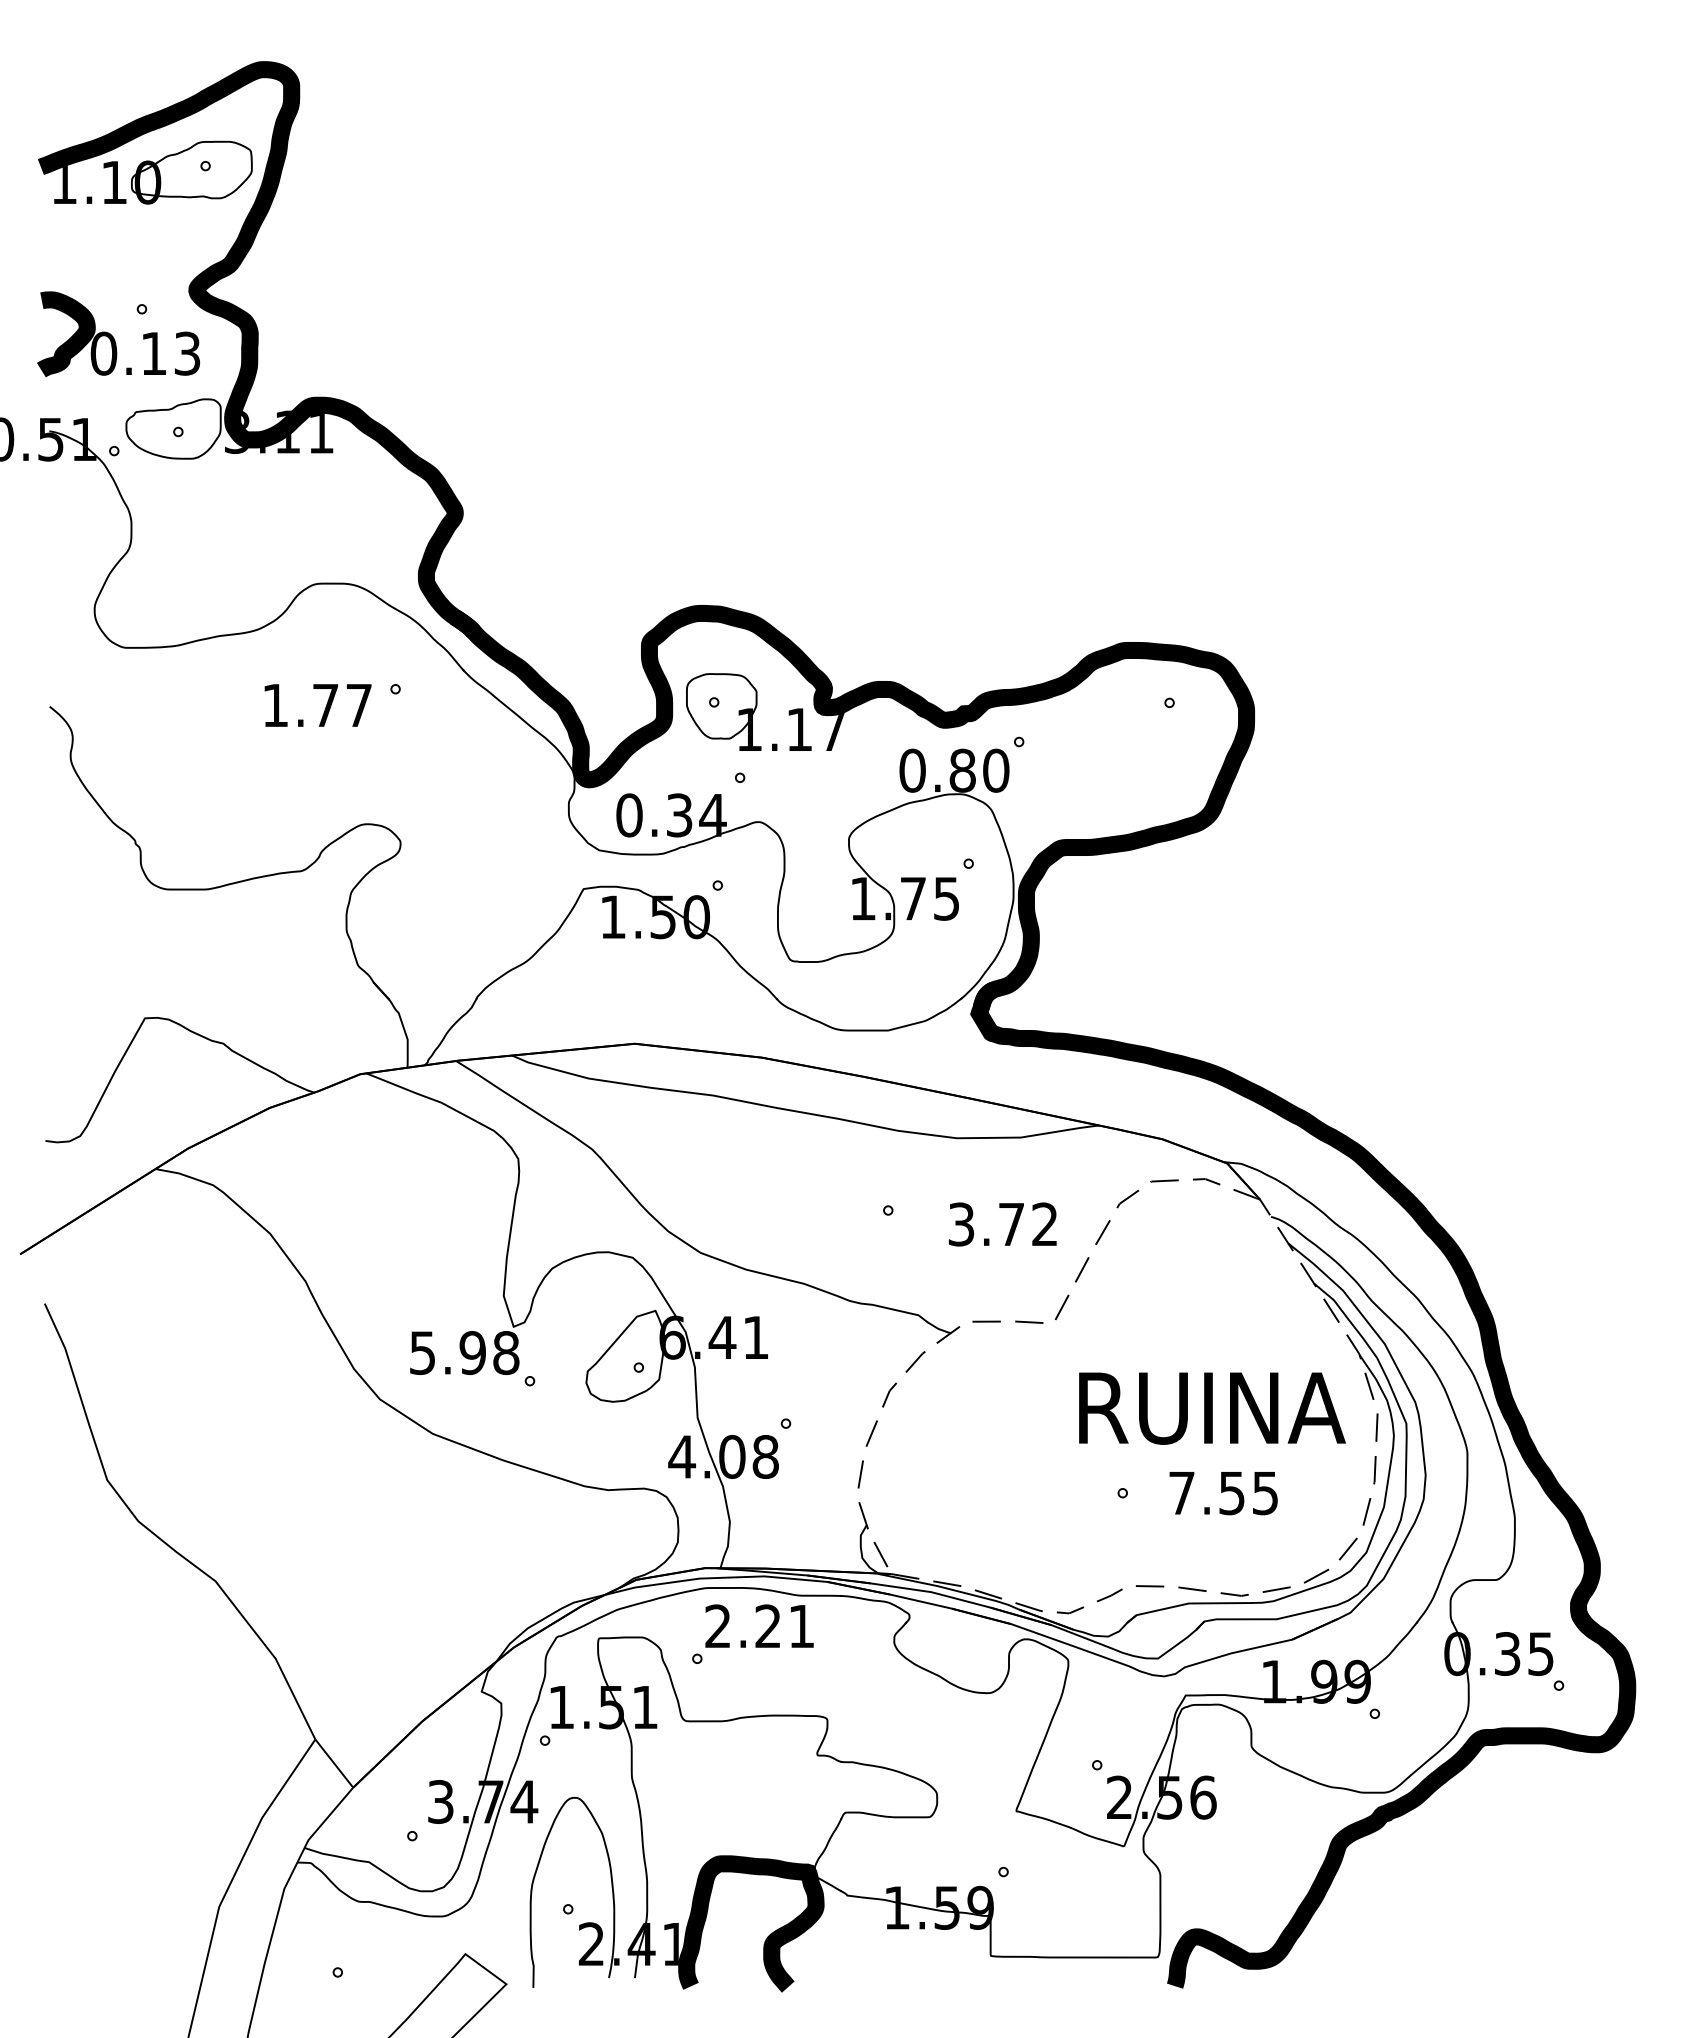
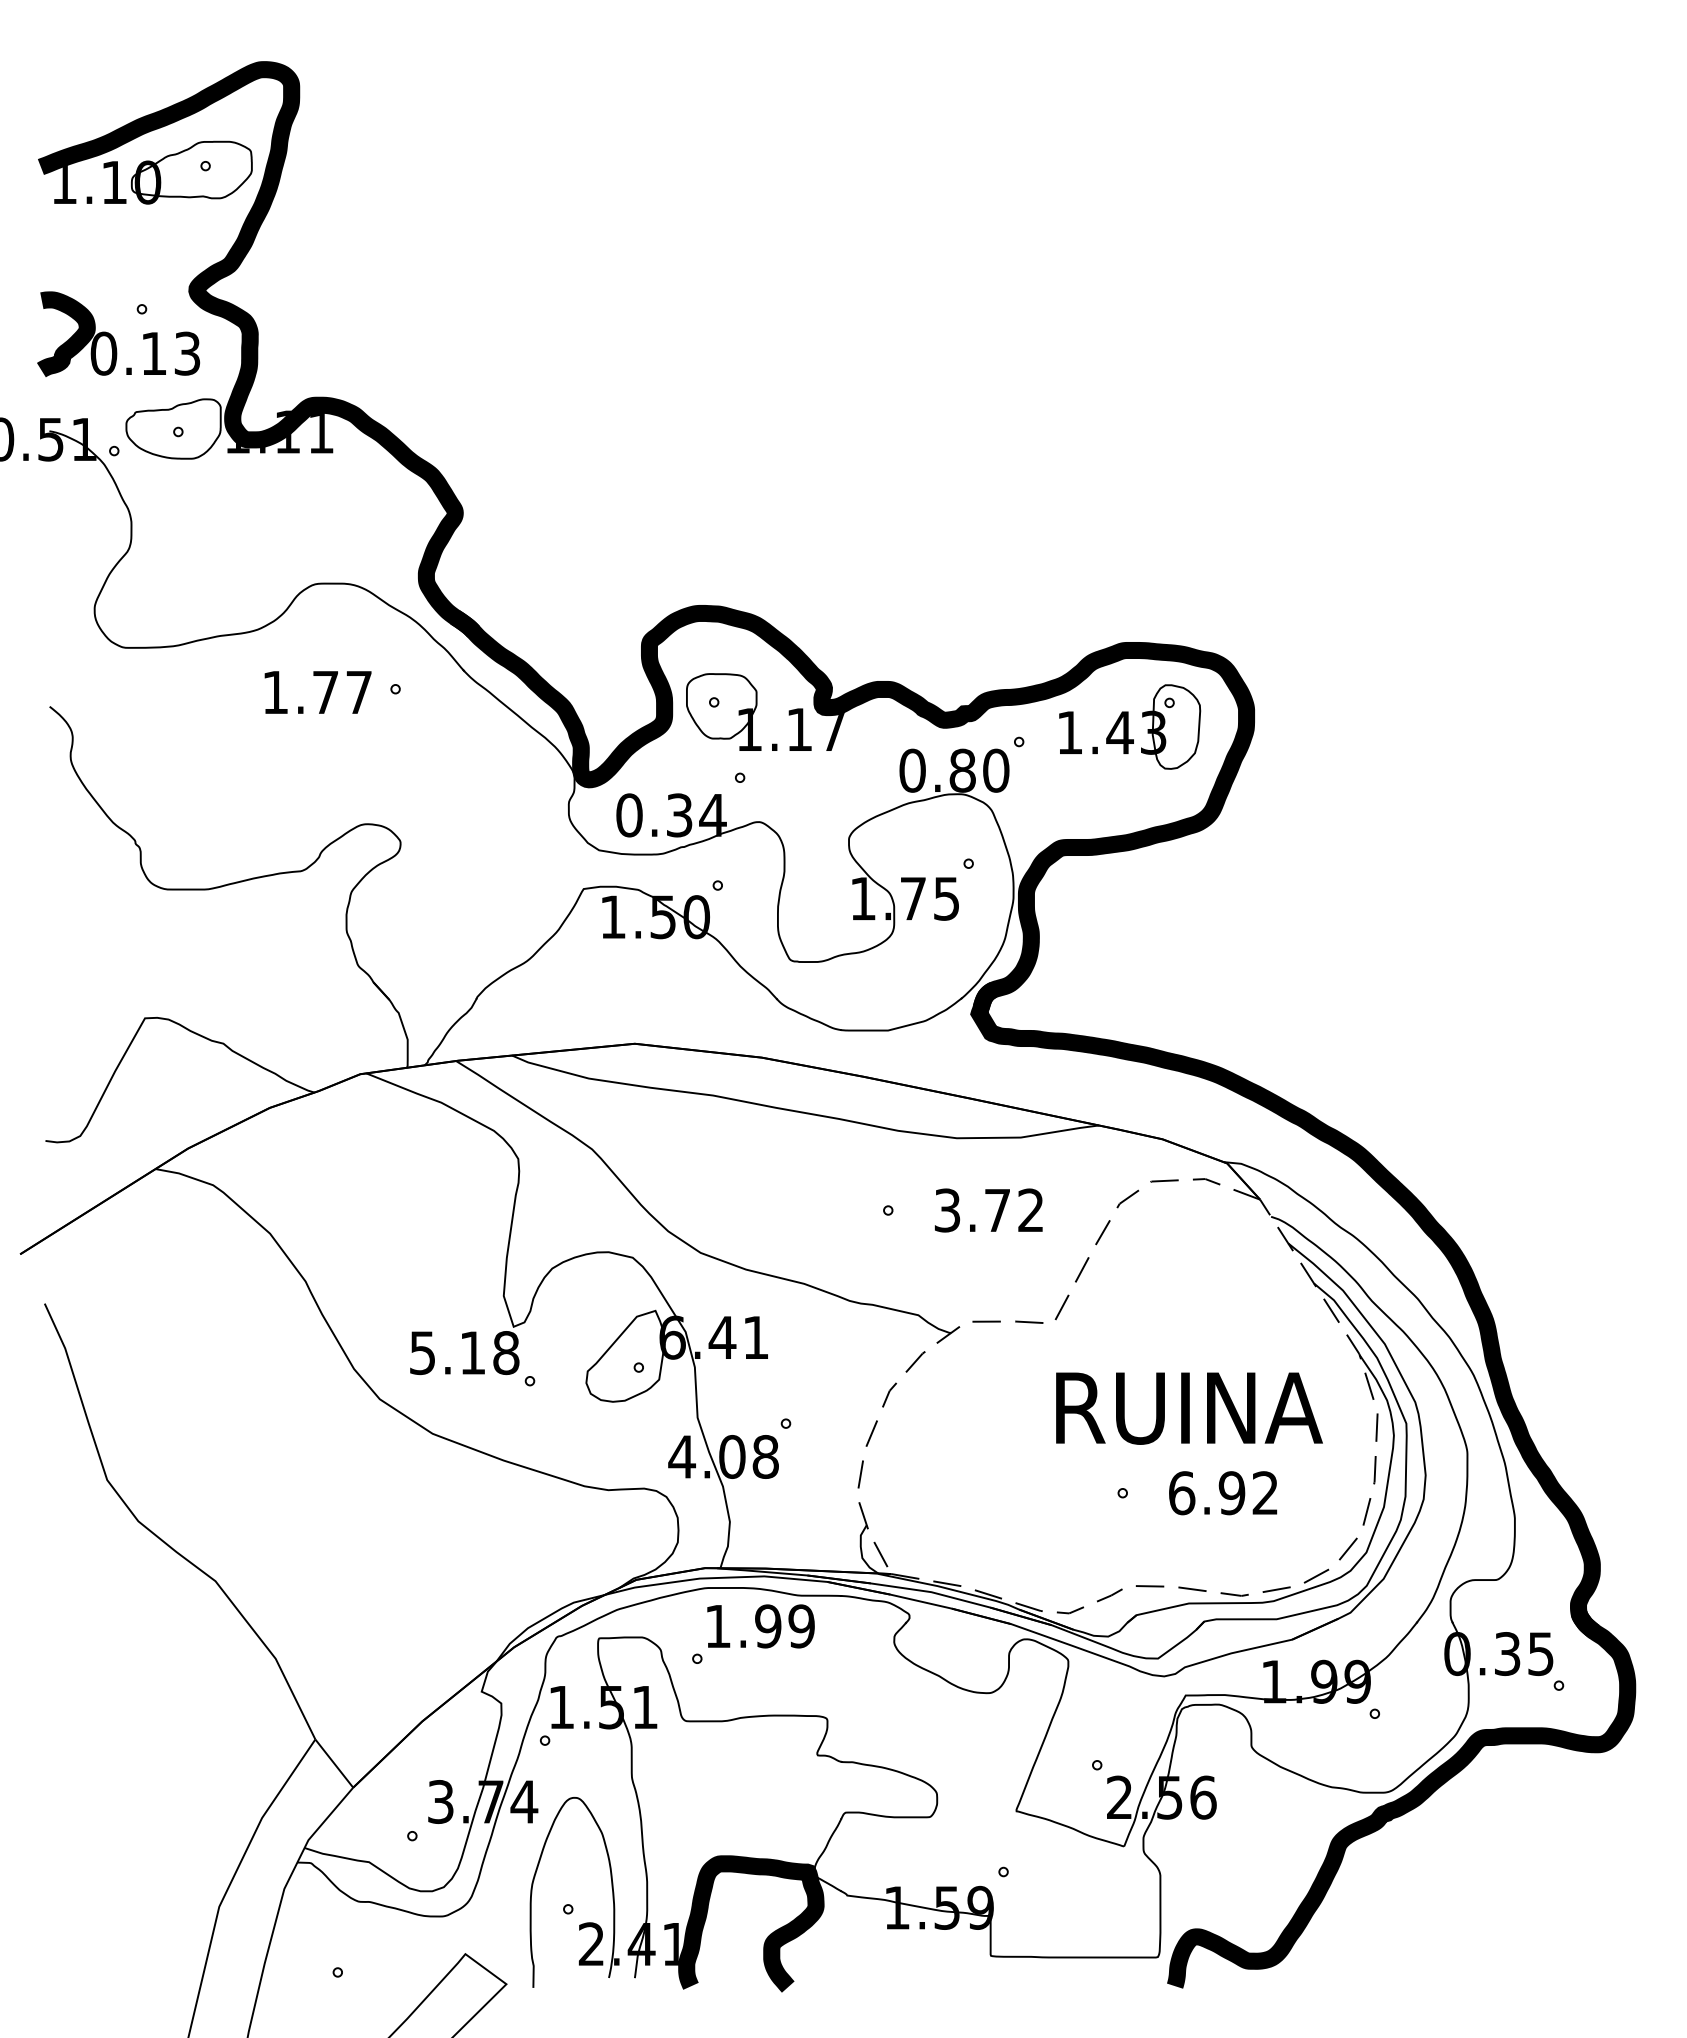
text at (237, 432): 3.11 -> 1.11
text at (317, 705) position: (317, 705) -> (317, 692)
part at (1130, 726): none -> present
text at (1002, 1224) position: (1002, 1224) -> (988, 1210)
text at (472, 1353): 5.98 -> 5.18
text at (1212, 1408) position: (1212, 1408) -> (1189, 1408)
text at (1223, 1493): 7.55 -> 6.92
text at (759, 1626): 2.21 -> 1.99
